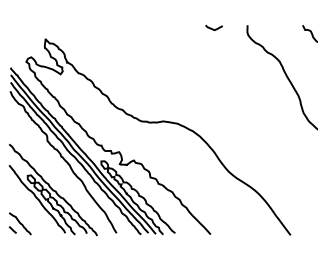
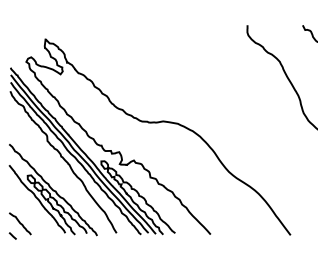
curve at (213, 28): present -> none
line at (12, 229) position: (12, 229) -> (12, 235)
